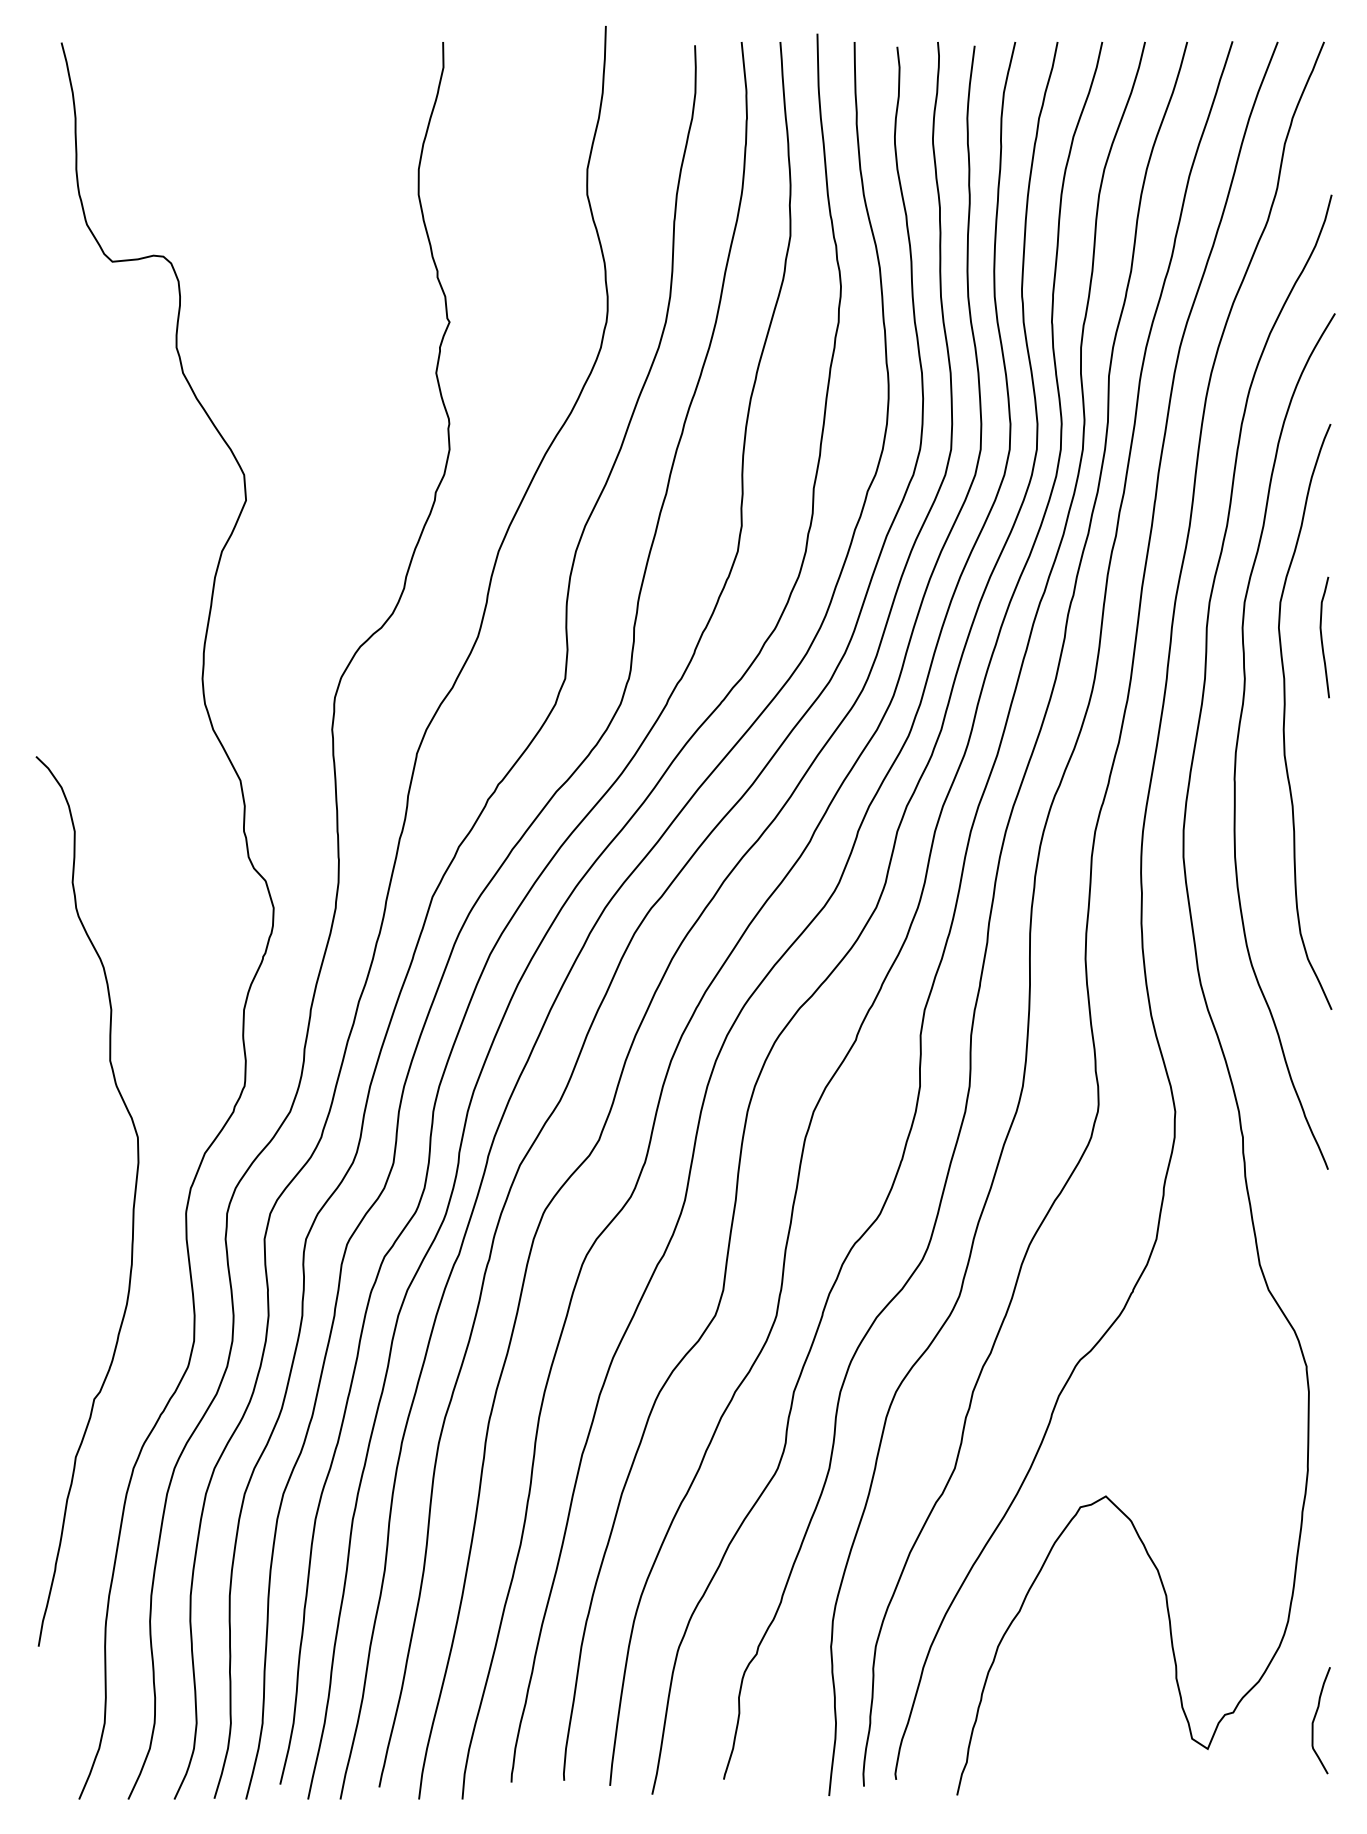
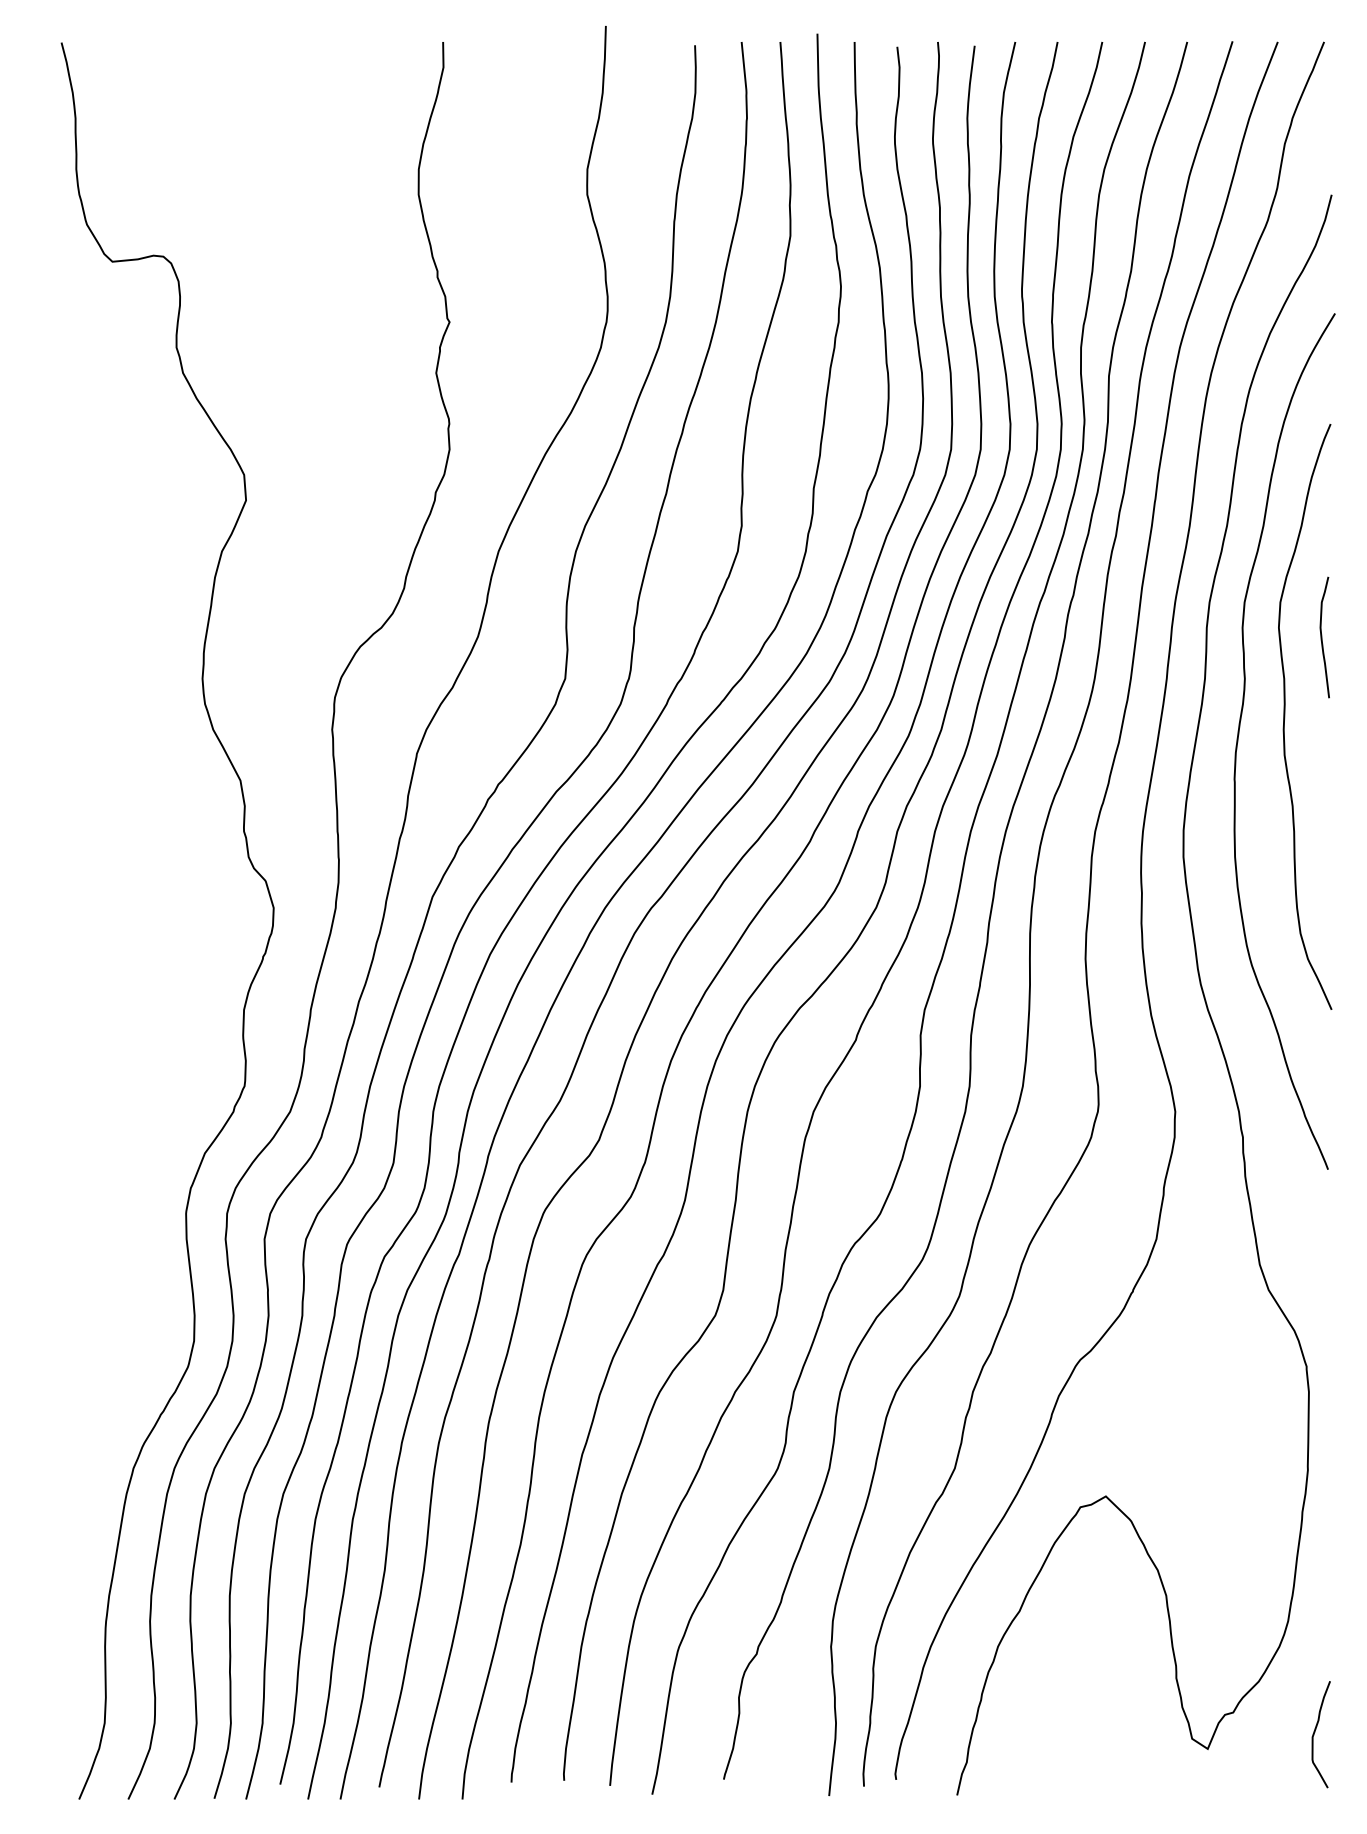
curve at (132, 1207): present -> none
curve at (1315, 1718) position: (1315, 1718) -> (1315, 1732)
